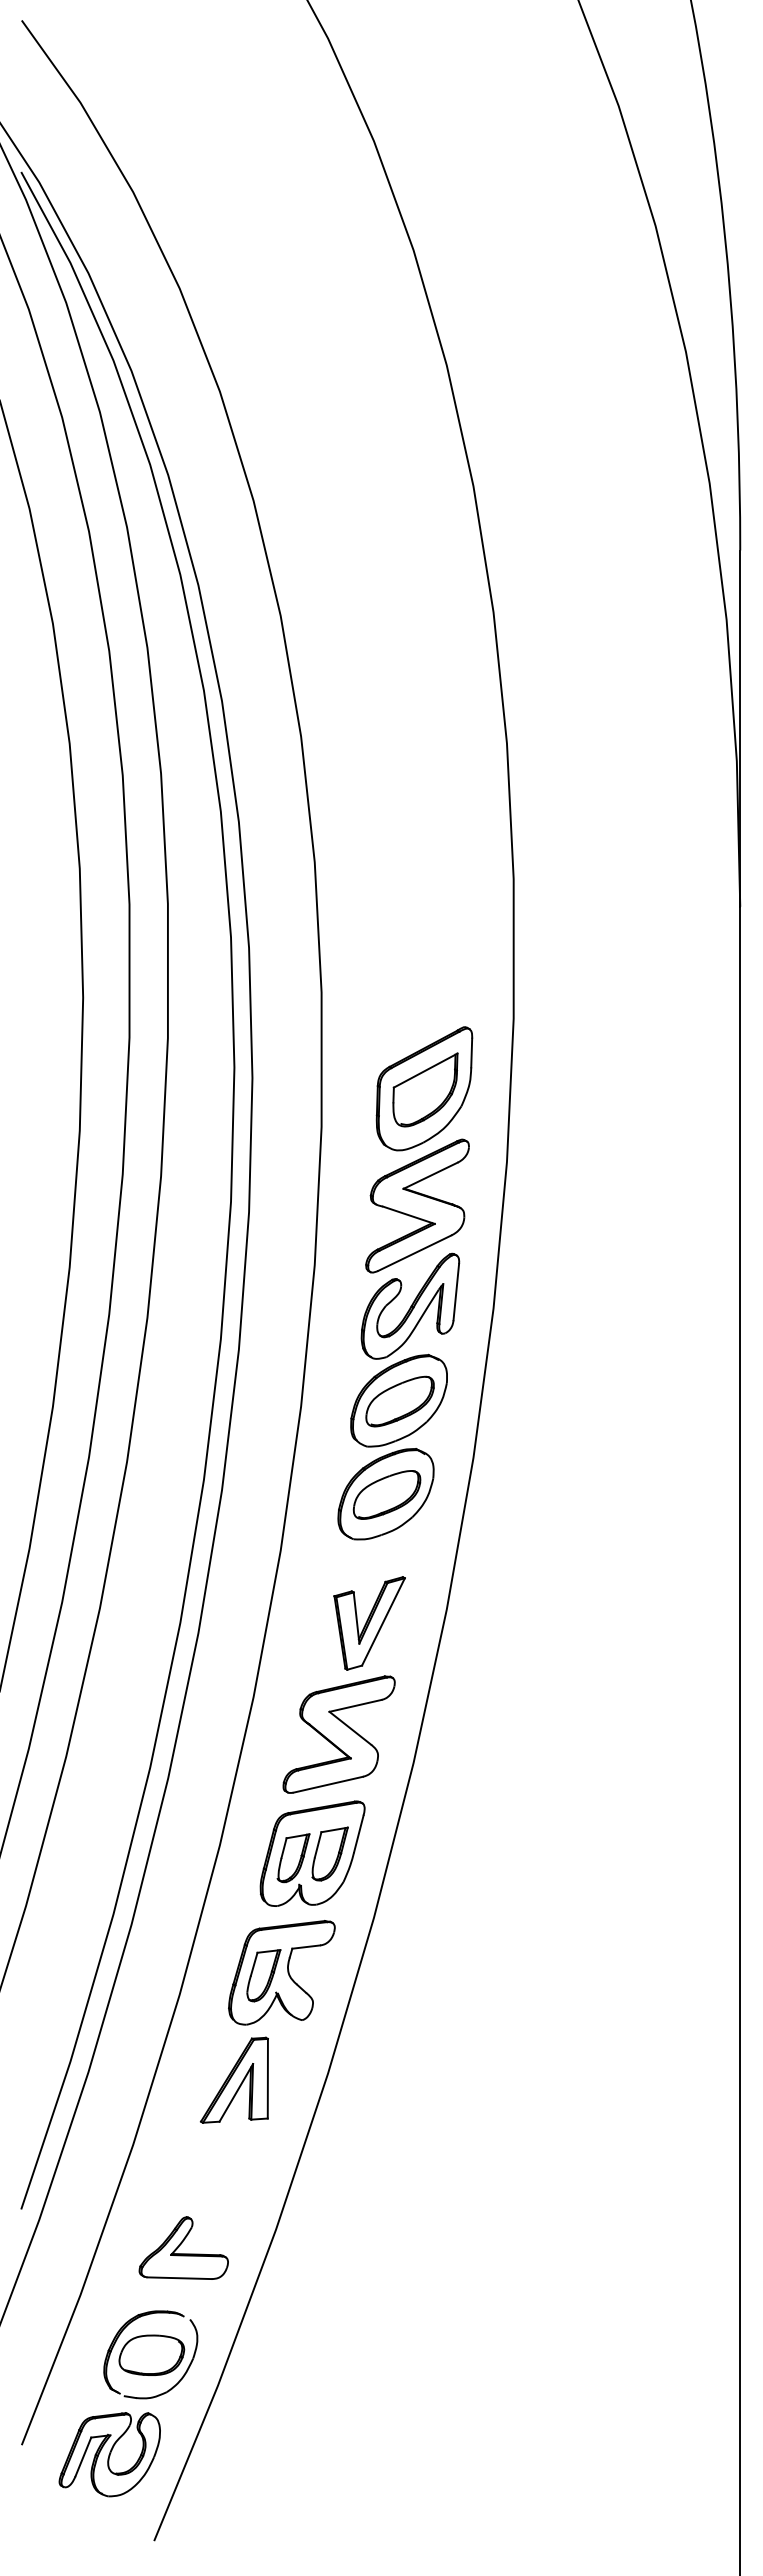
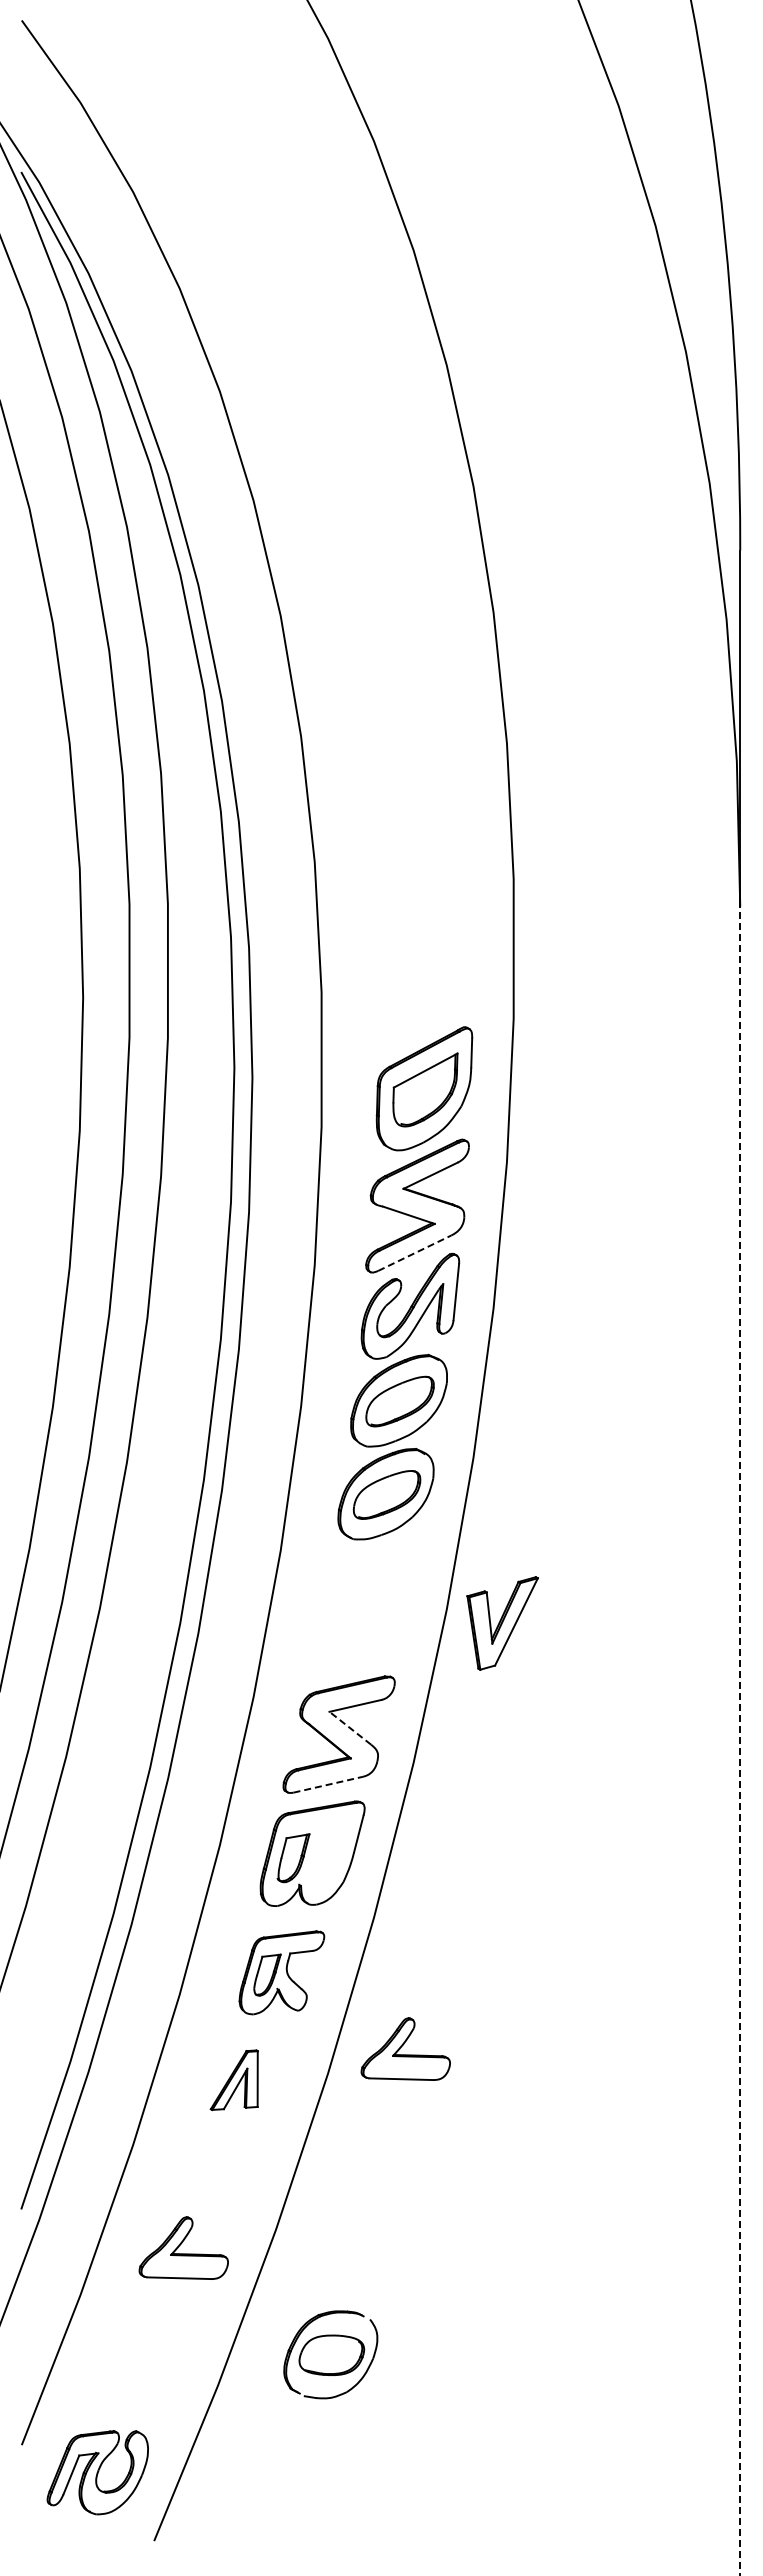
line at (414, 1253): solid -> dashed
part at (369, 1623) position: (369, 1623) -> (502, 1623)
line at (350, 1728): solid -> dashed
line at (740, 1740): solid -> dashed
line at (328, 1784): solid -> dashed
part at (329, 1853): present -> none
part at (281, 1972) size: 108x106 px -> 88x86 px
part at (405, 2048): none -> present
part at (233, 2079) size: 70x88 px -> 50x63 px
part at (150, 2354) position: (150, 2354) -> (330, 2354)
part at (109, 2454) position: (109, 2454) -> (97, 2472)
